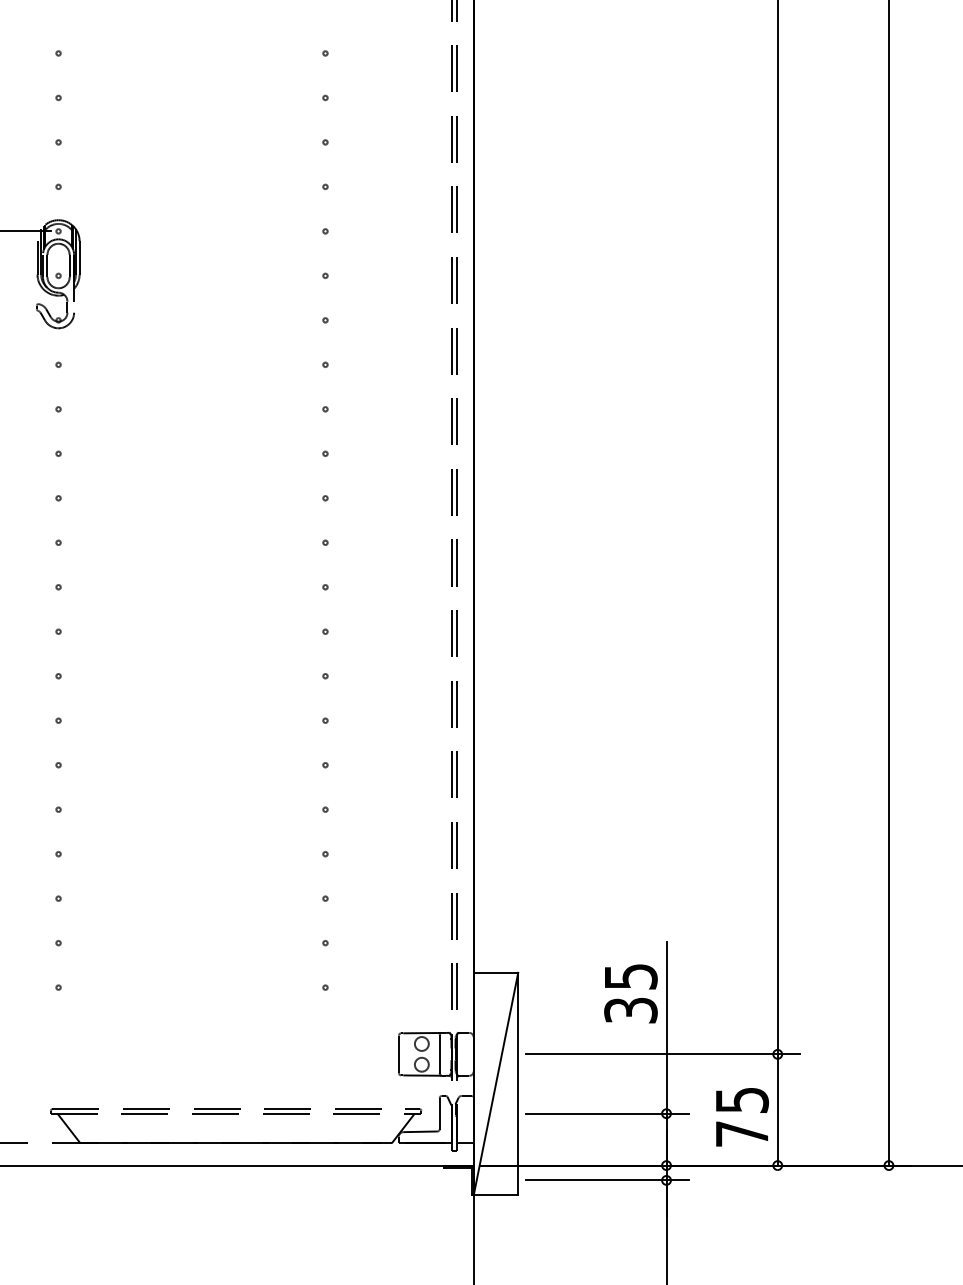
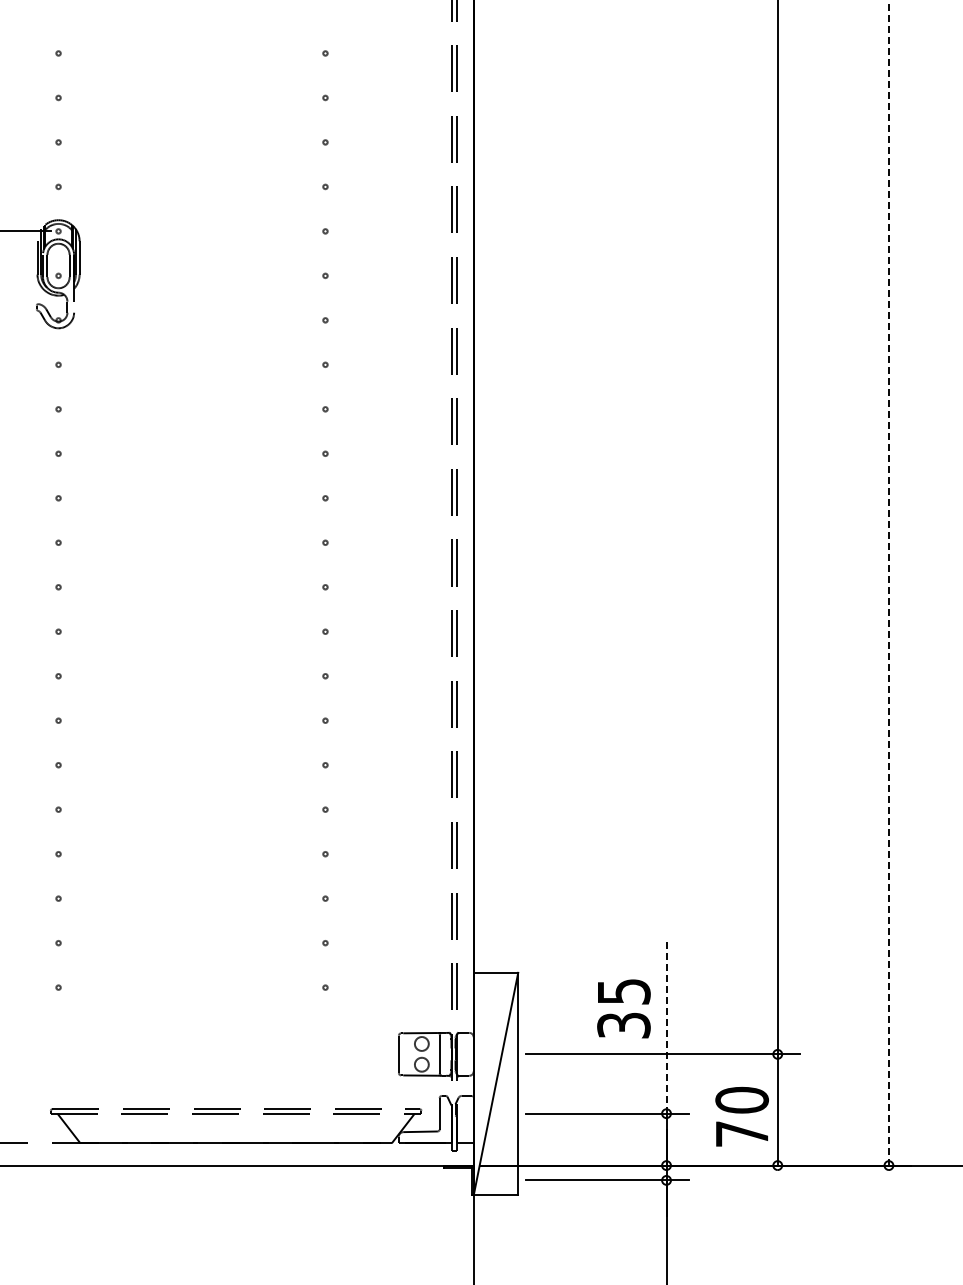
line at (888, 582): solid -> dashed
text at (630, 993) position: (630, 993) -> (623, 1008)
line at (666, 1027): solid -> dashed
text at (741, 1099): 75 -> 70
